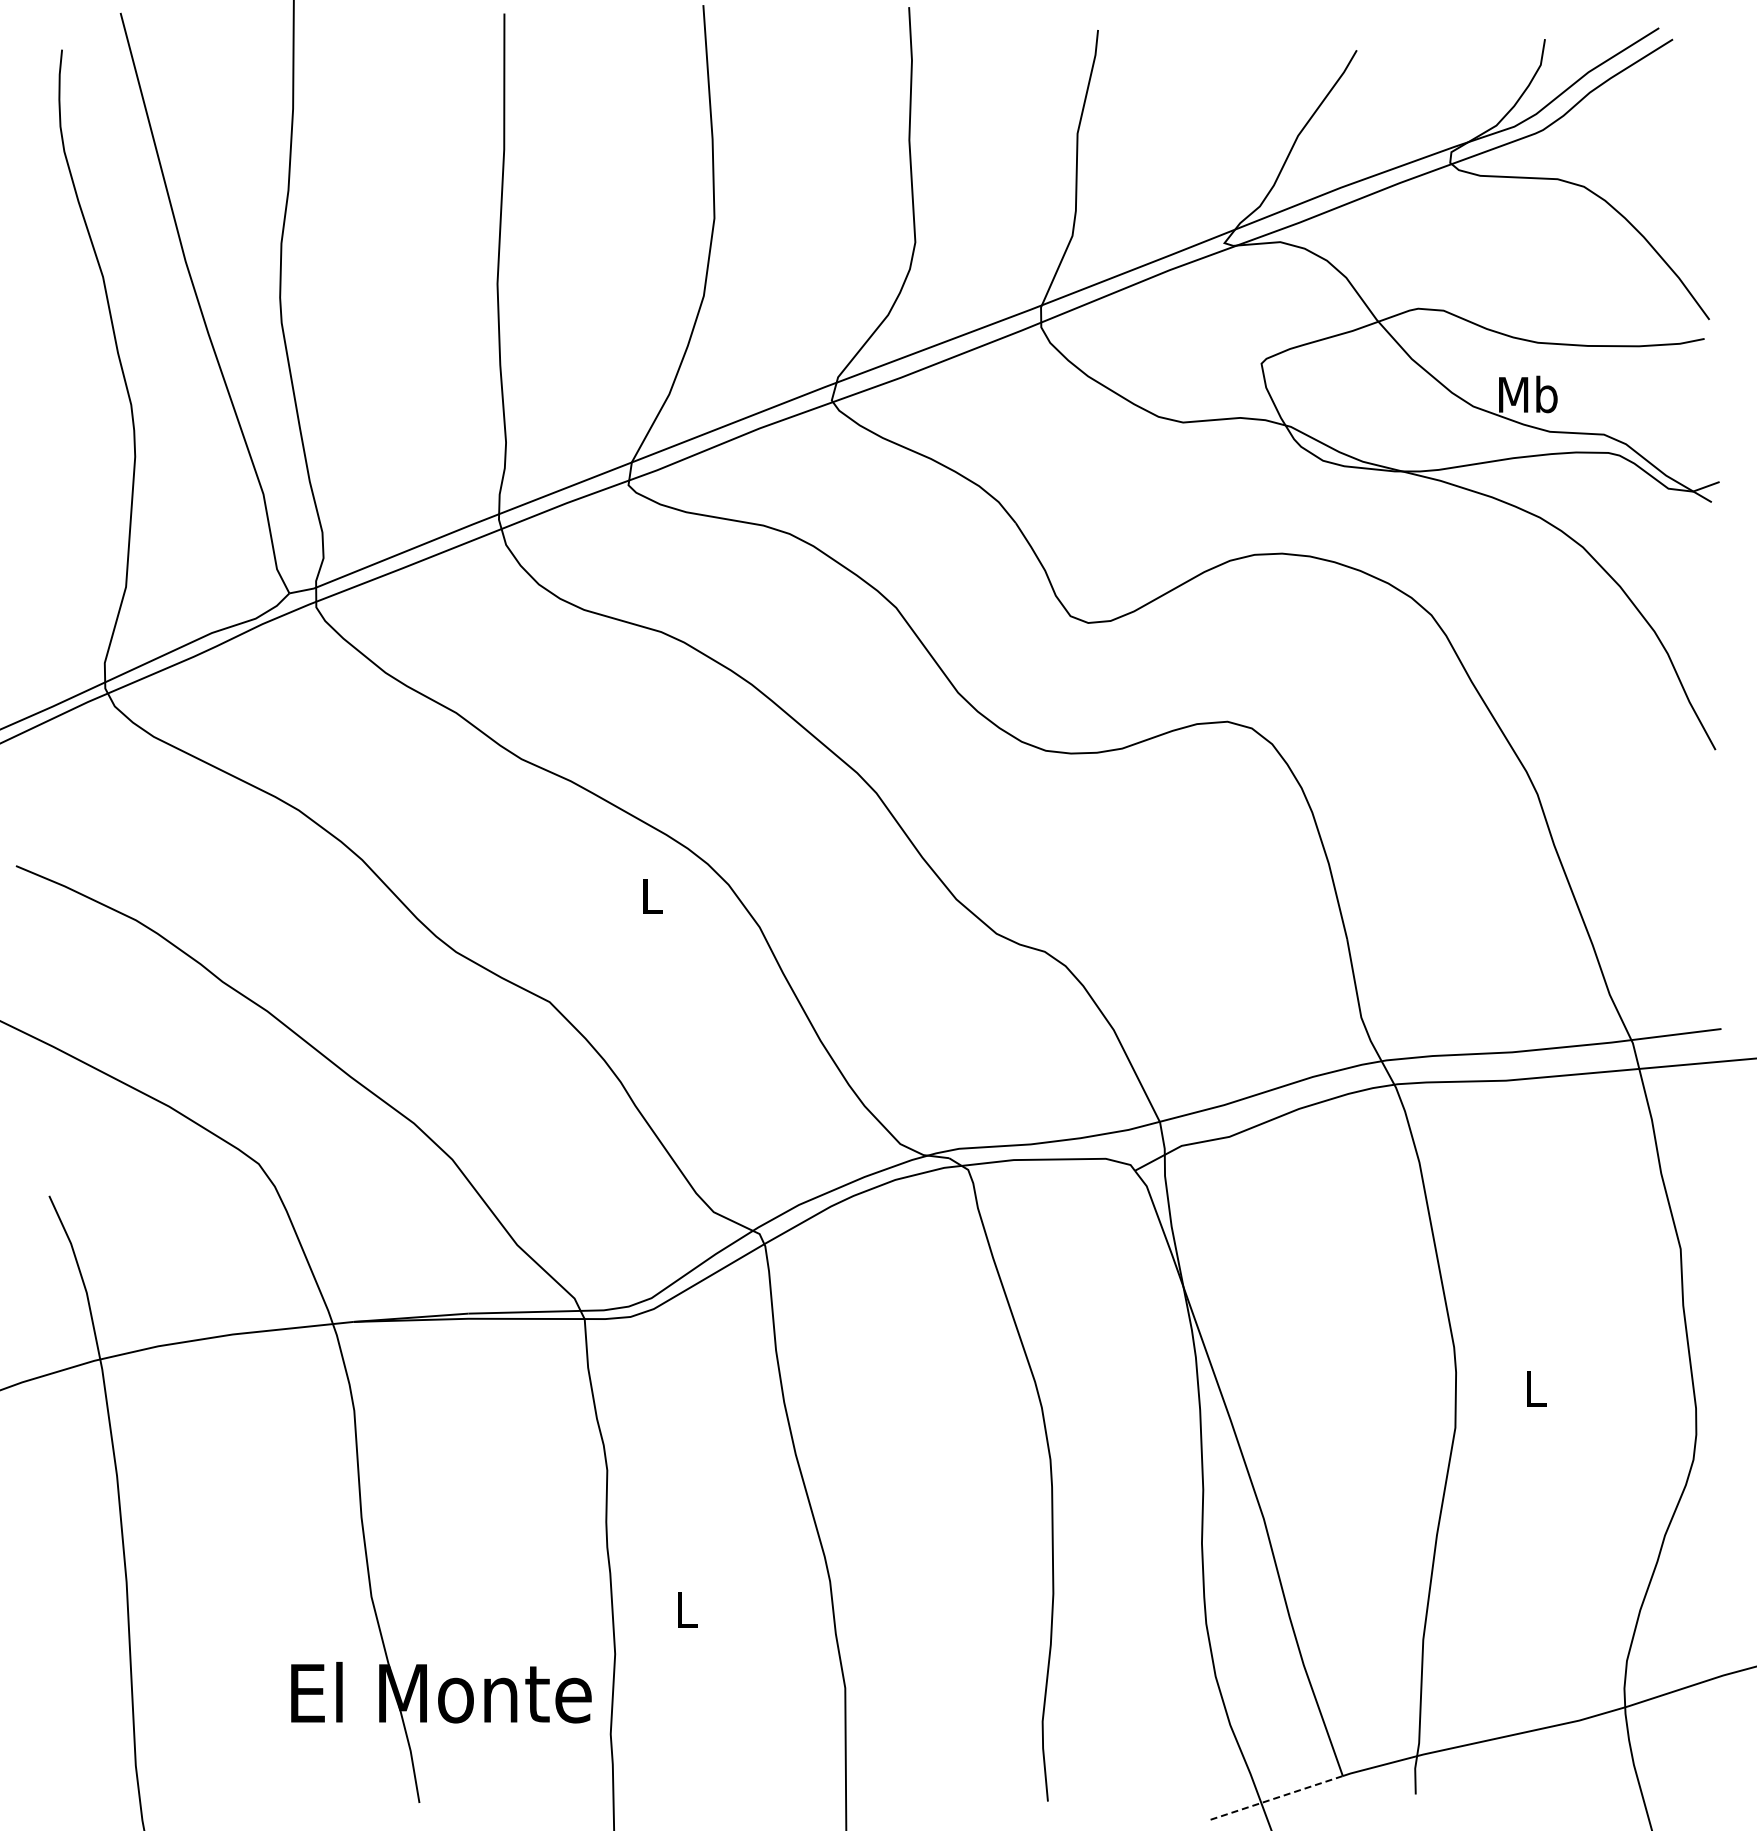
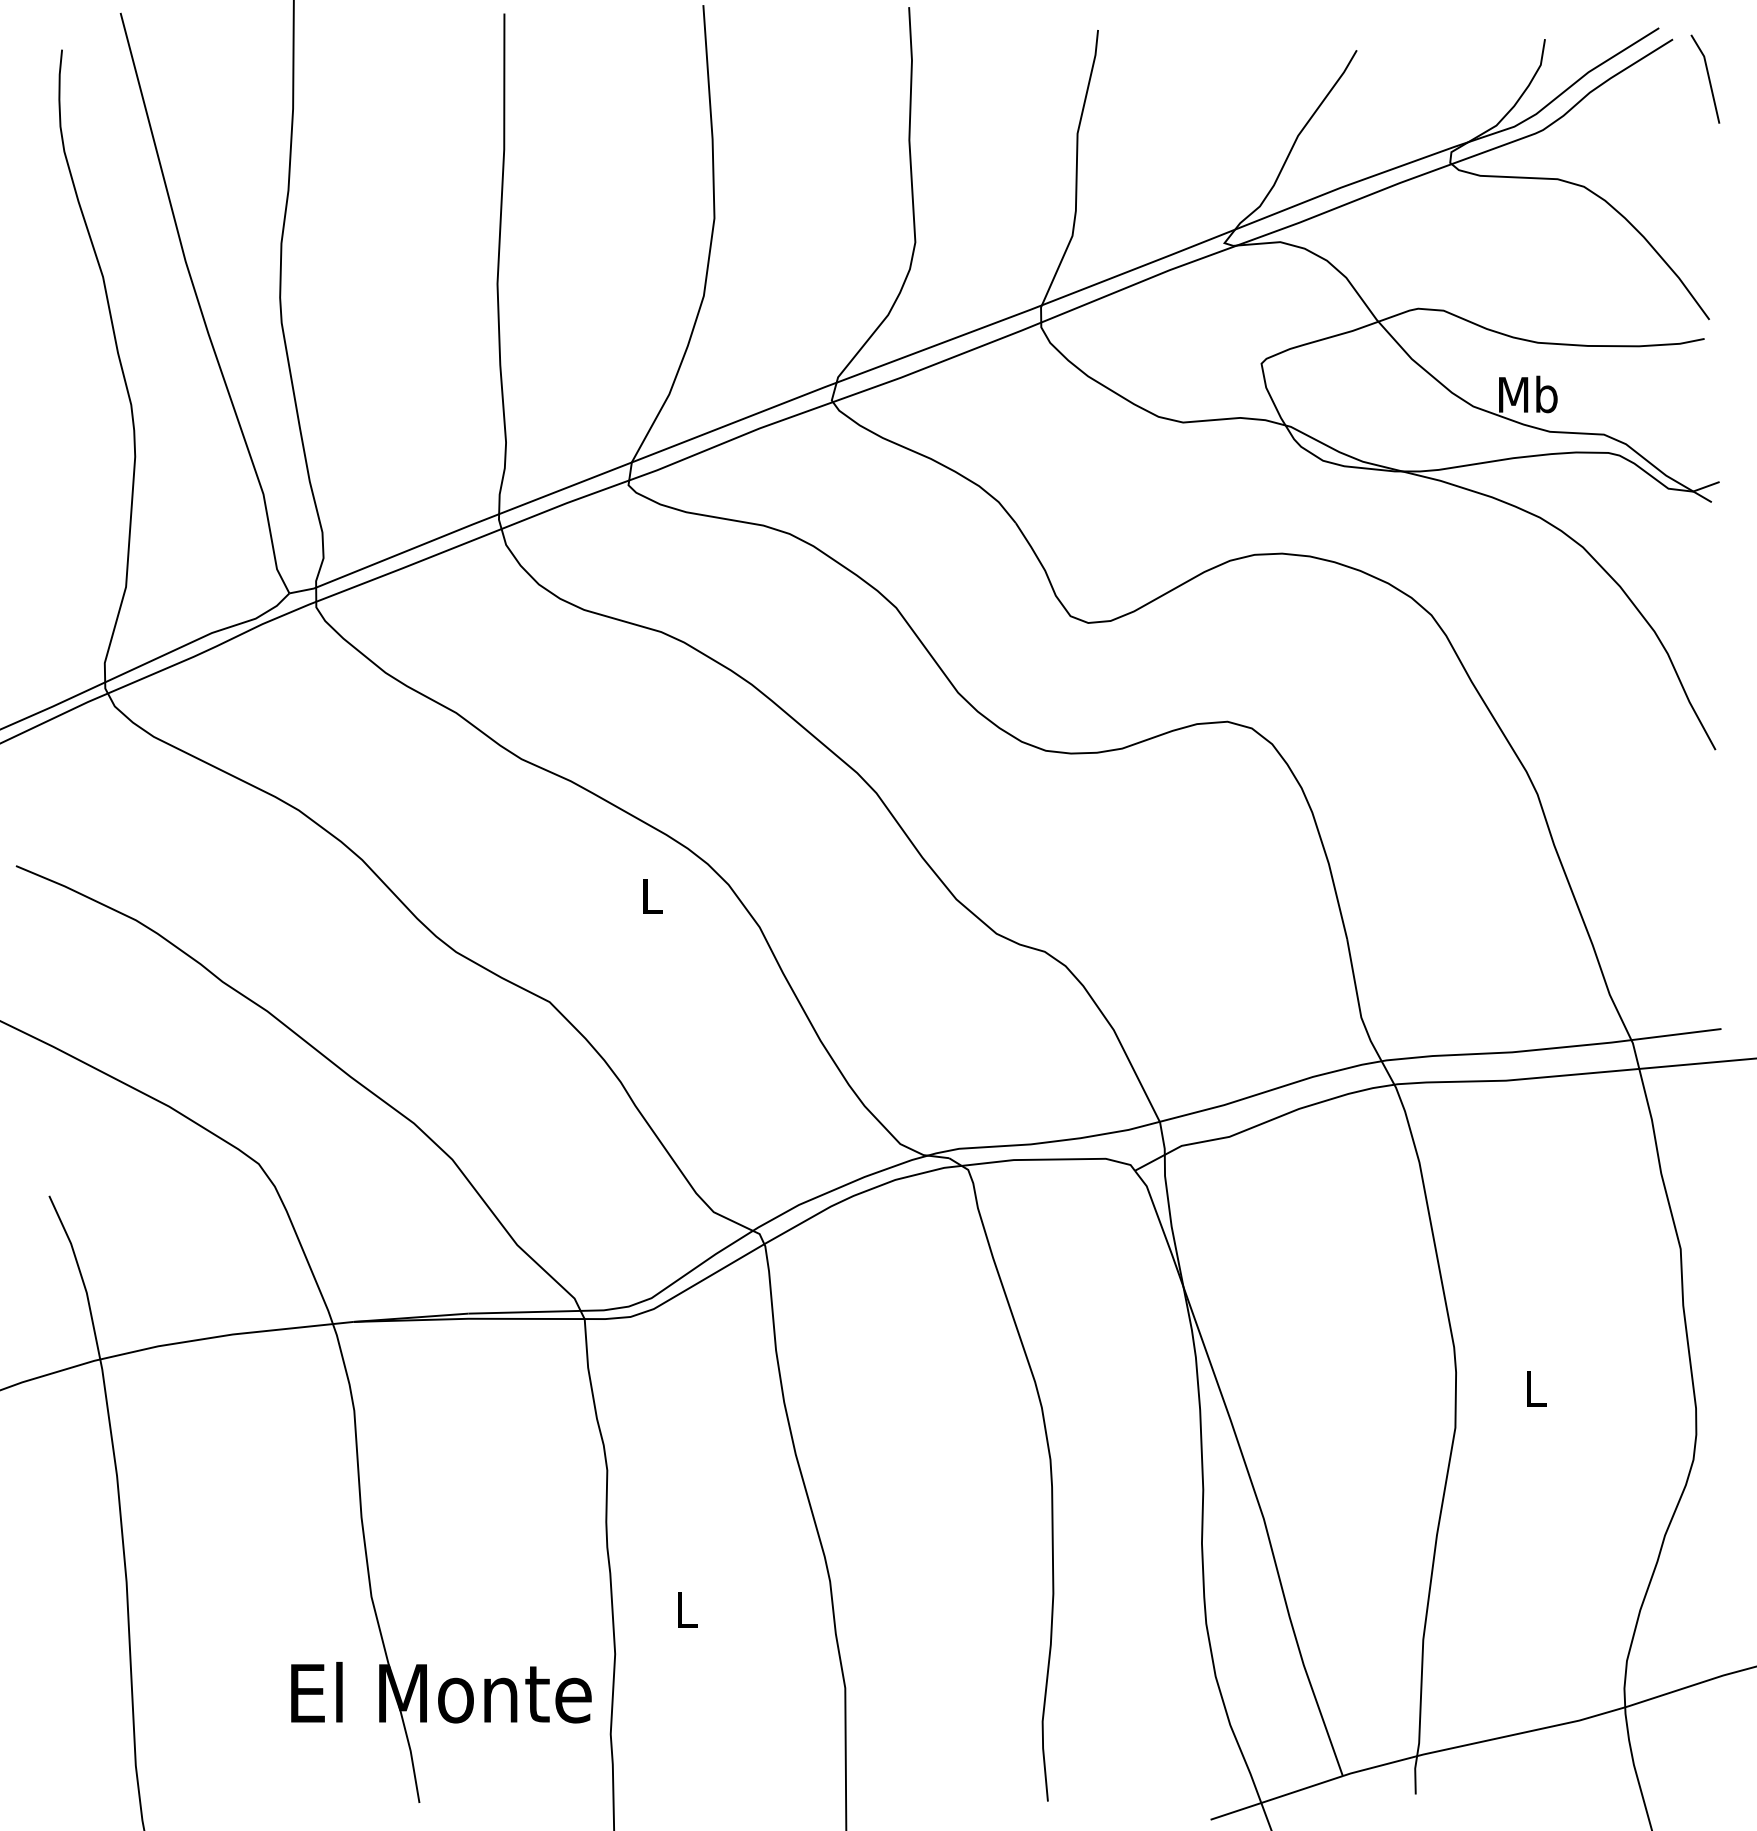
line at (1707, 76): none -> present
line at (1276, 1797): dashed -> solid
